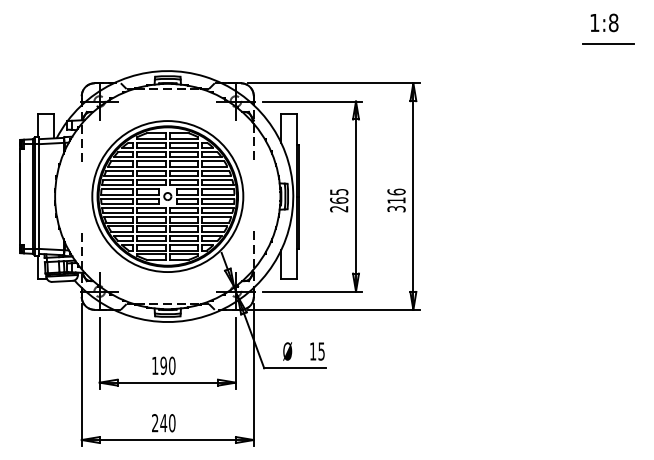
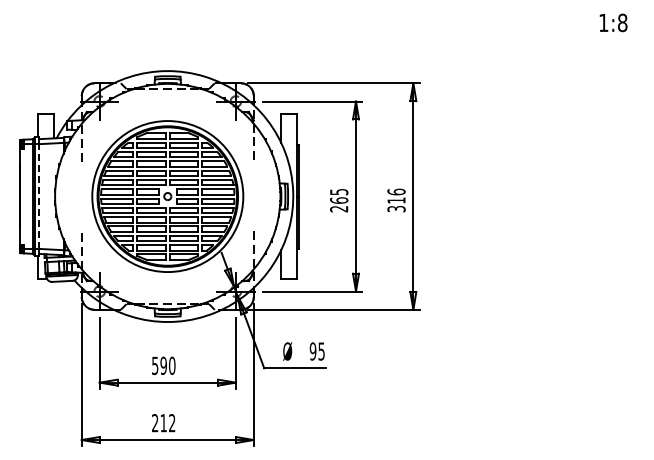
text at (604, 22) position: (604, 22) -> (613, 22)
line at (608, 43): present -> none
line at (39, 196): solid -> dashed
text at (312, 351): 15 -> 95
text at (155, 365): 190 -> 590
text at (167, 423): 240 -> 212
